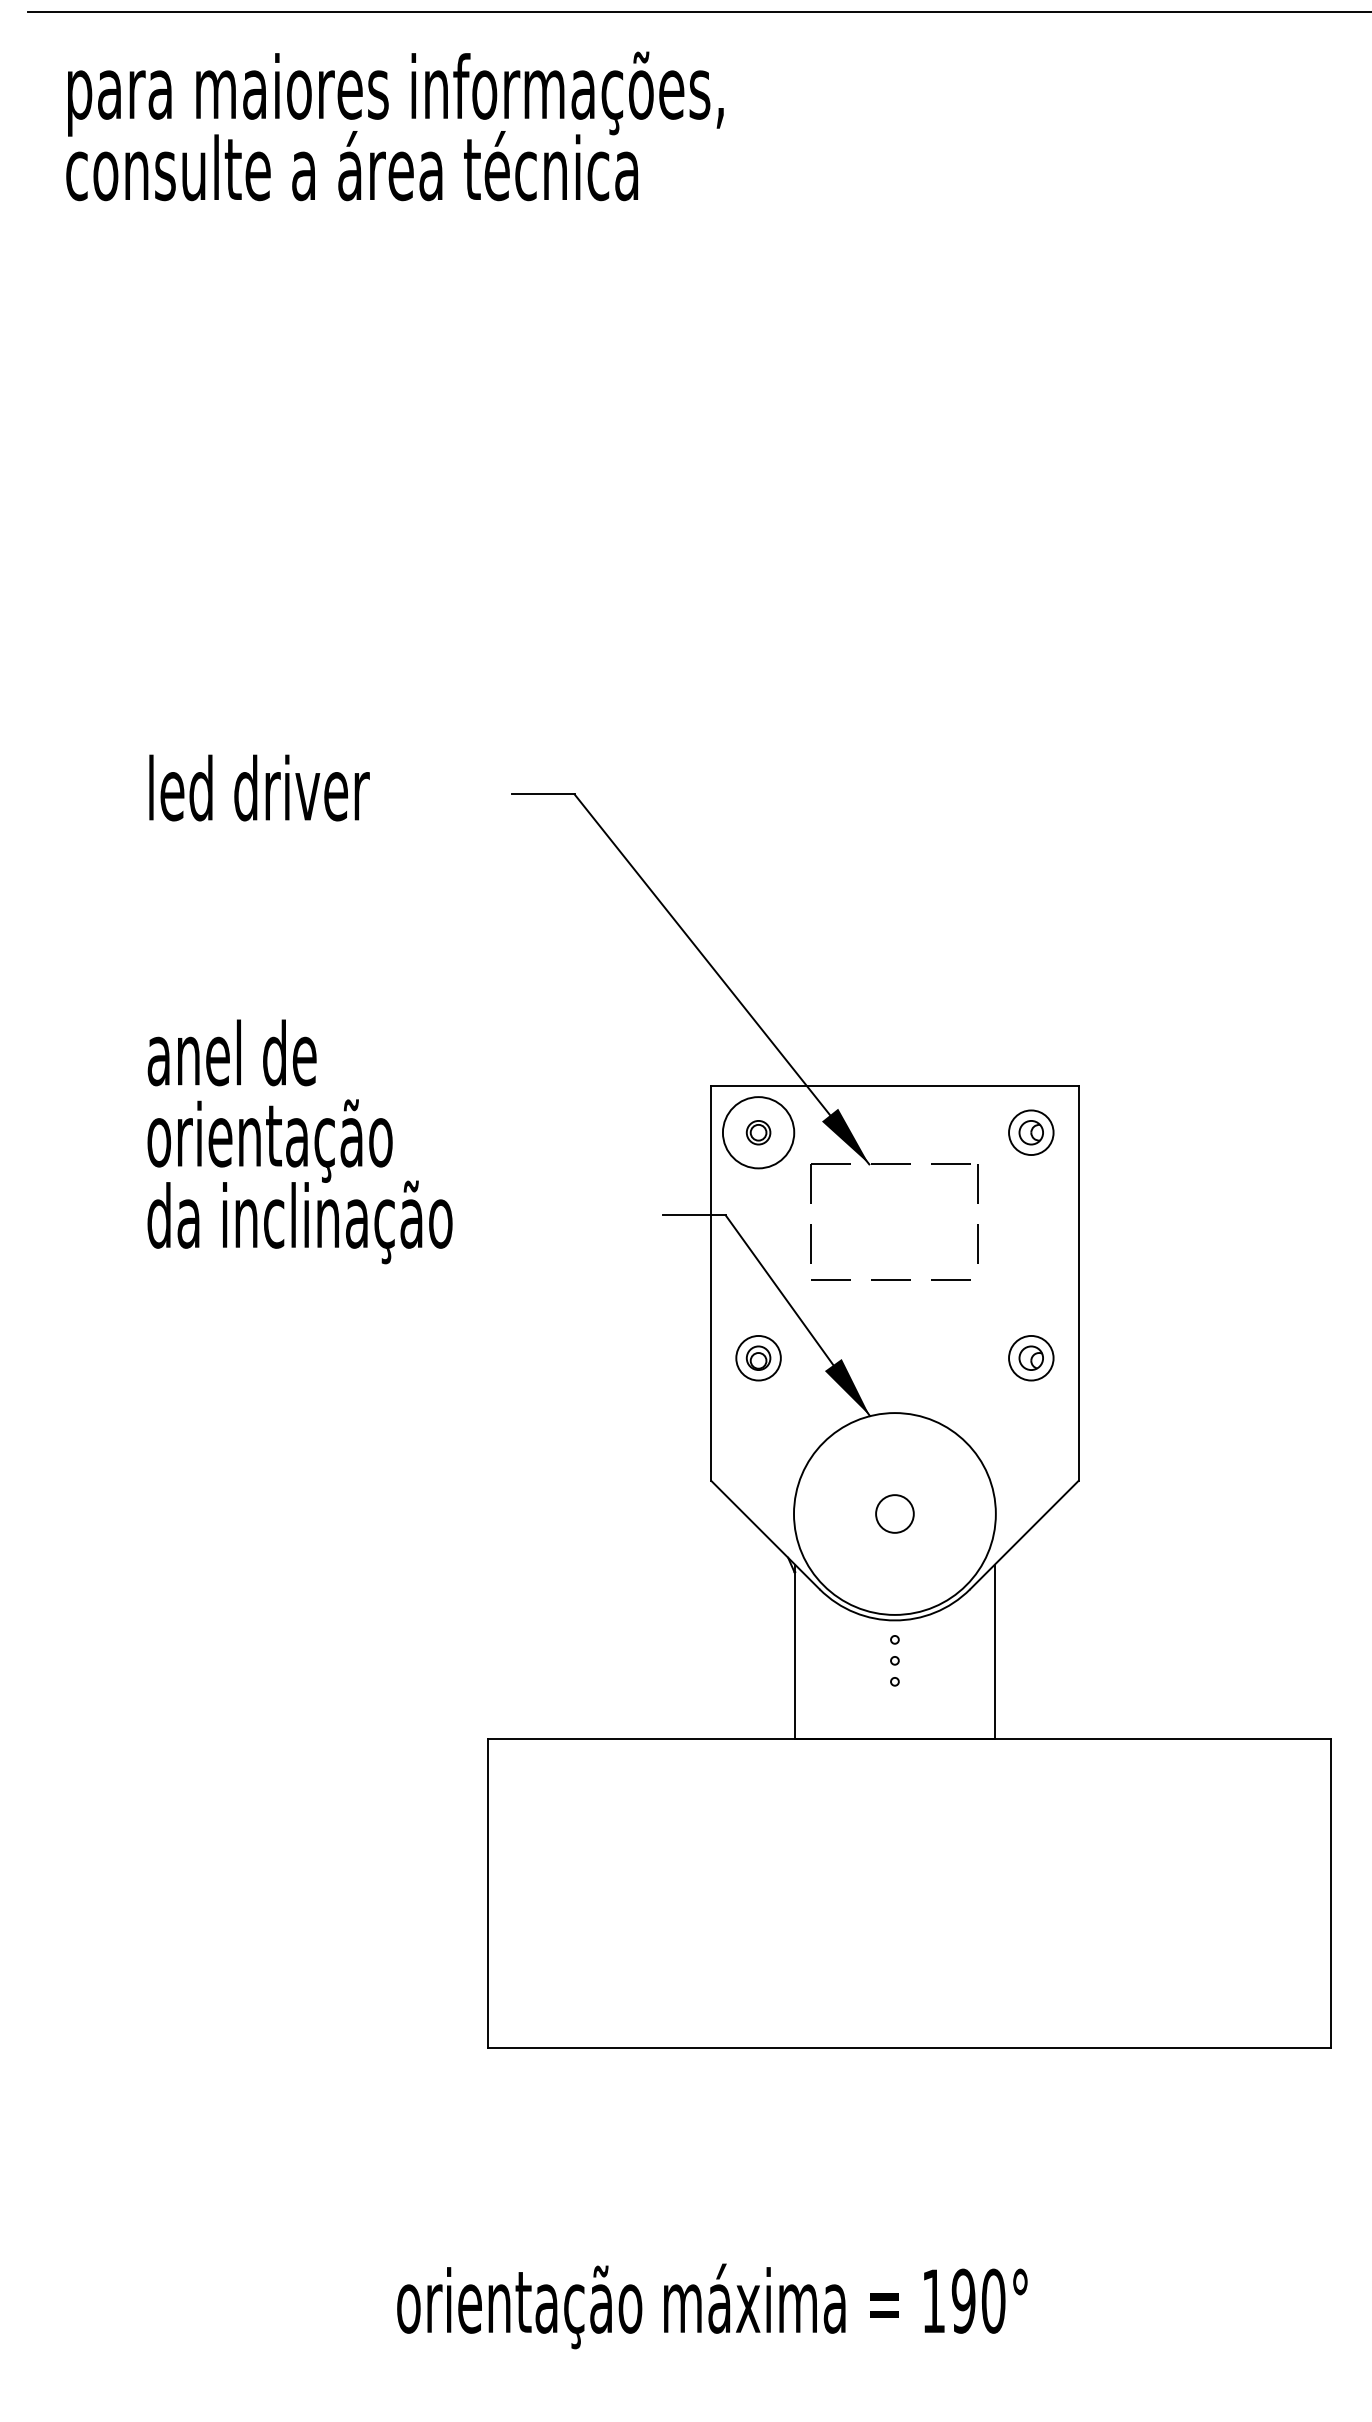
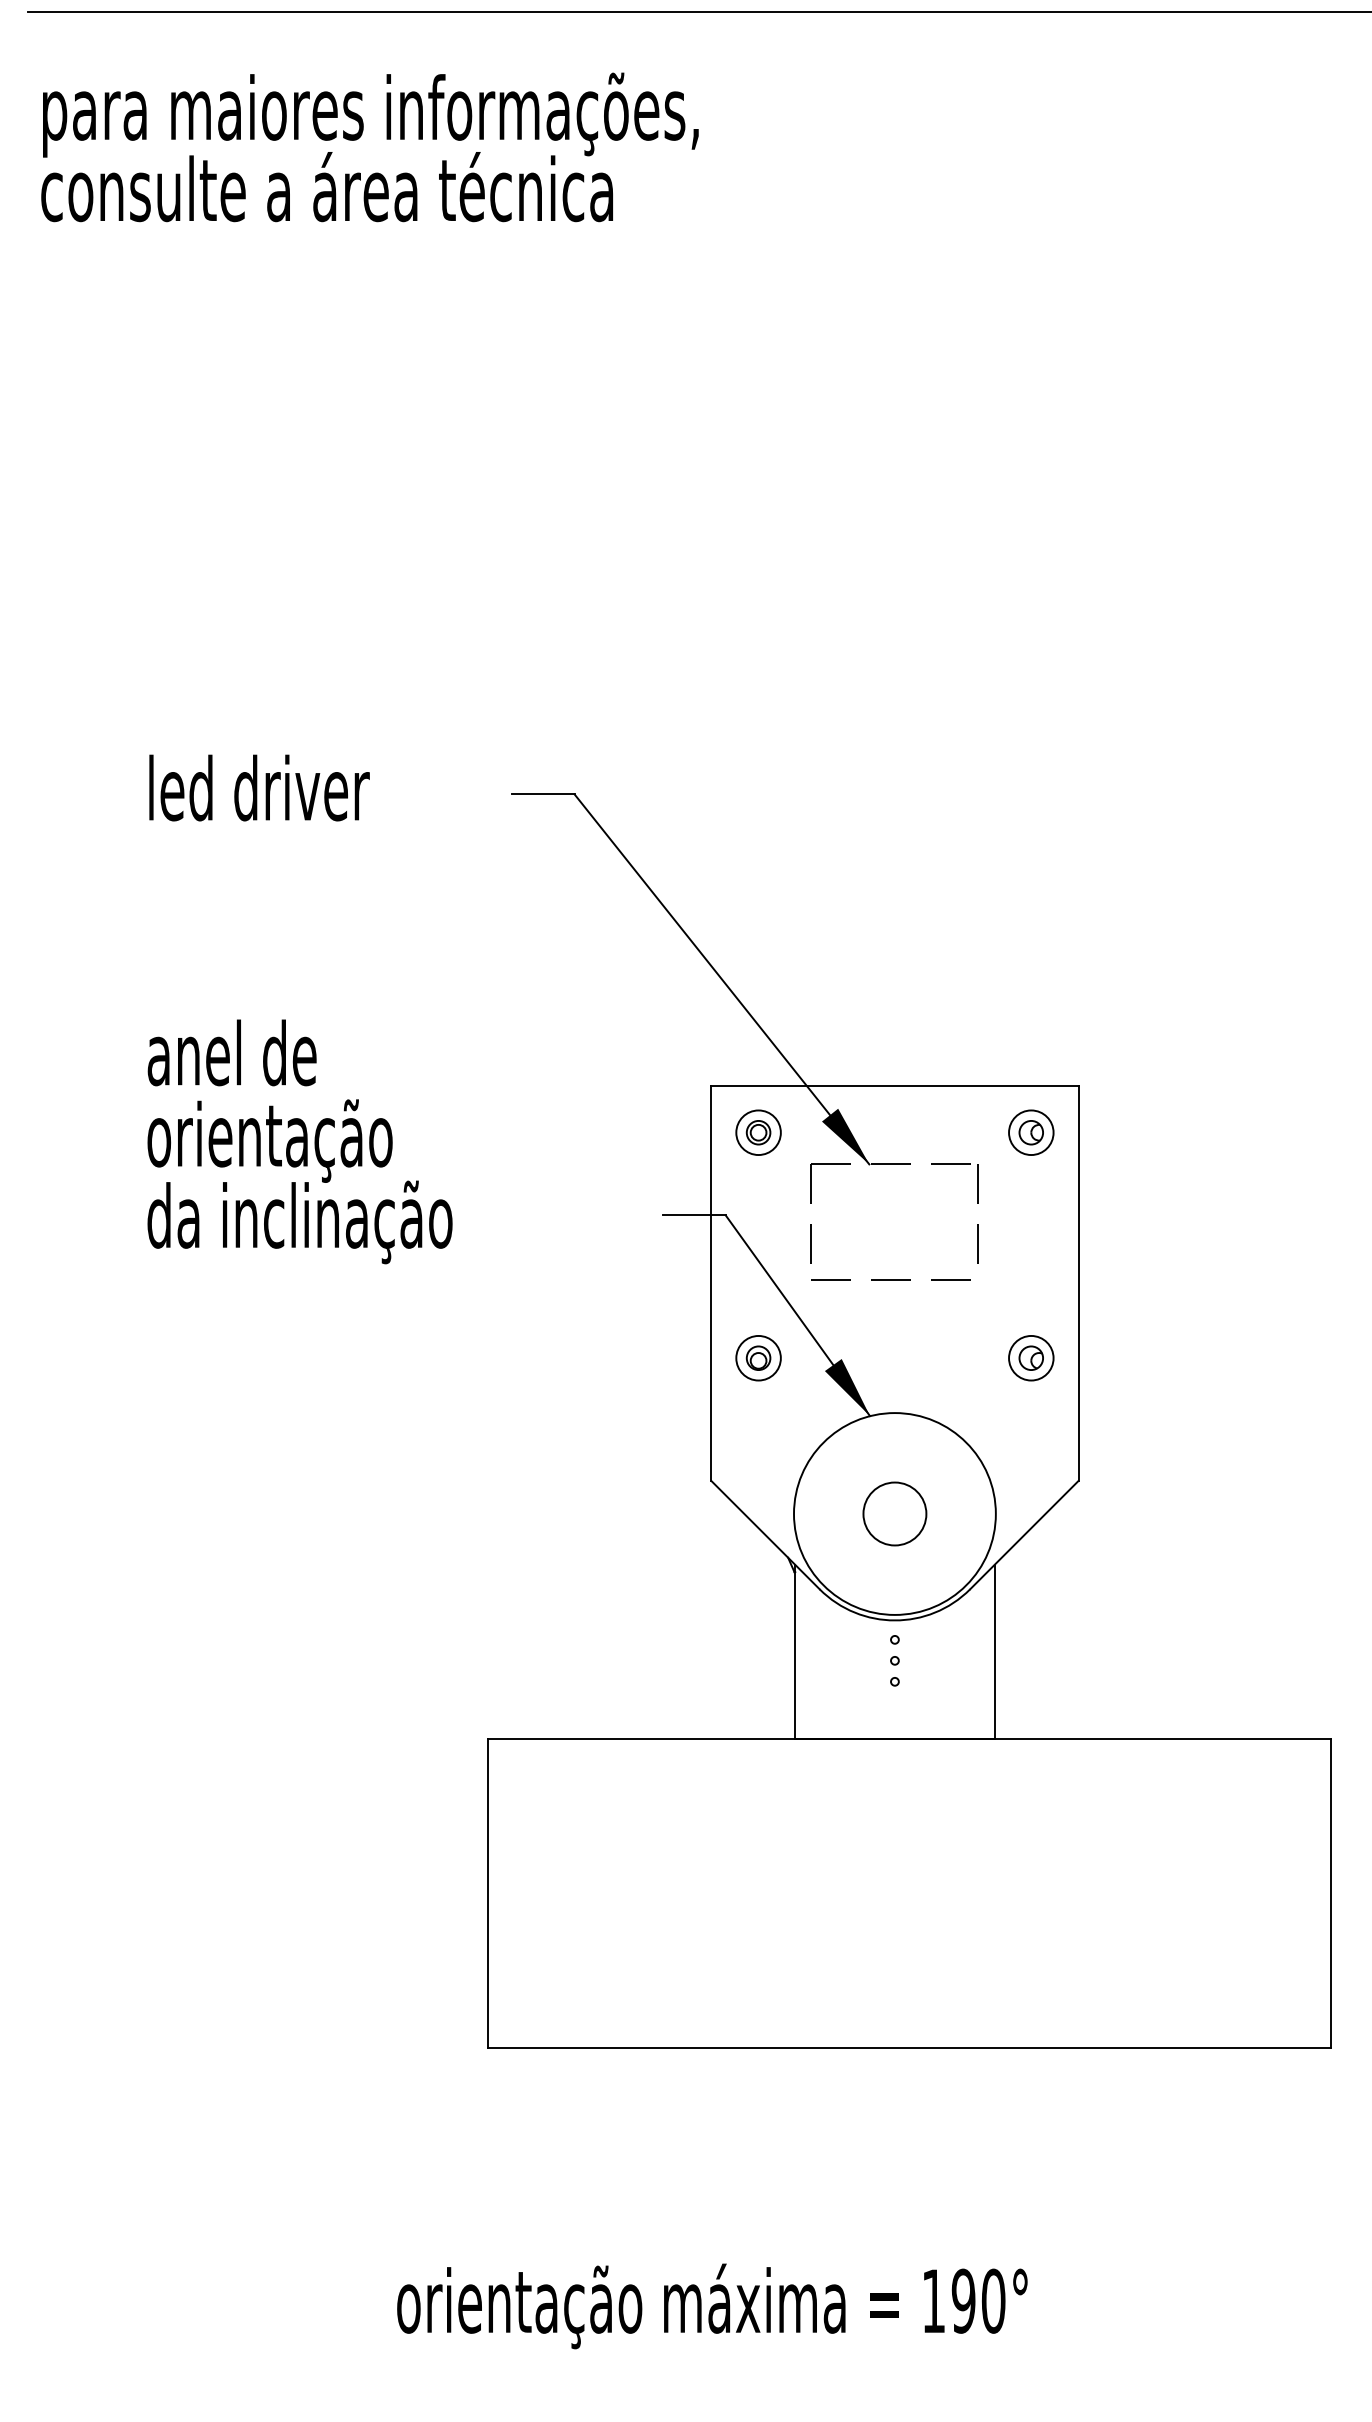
text at (394, 126) position: (394, 126) -> (369, 147)
circle at (758, 1132) diameter: 71 px -> 45 px
circle at (894, 1513) size: 40x40 px -> 66x66 px
